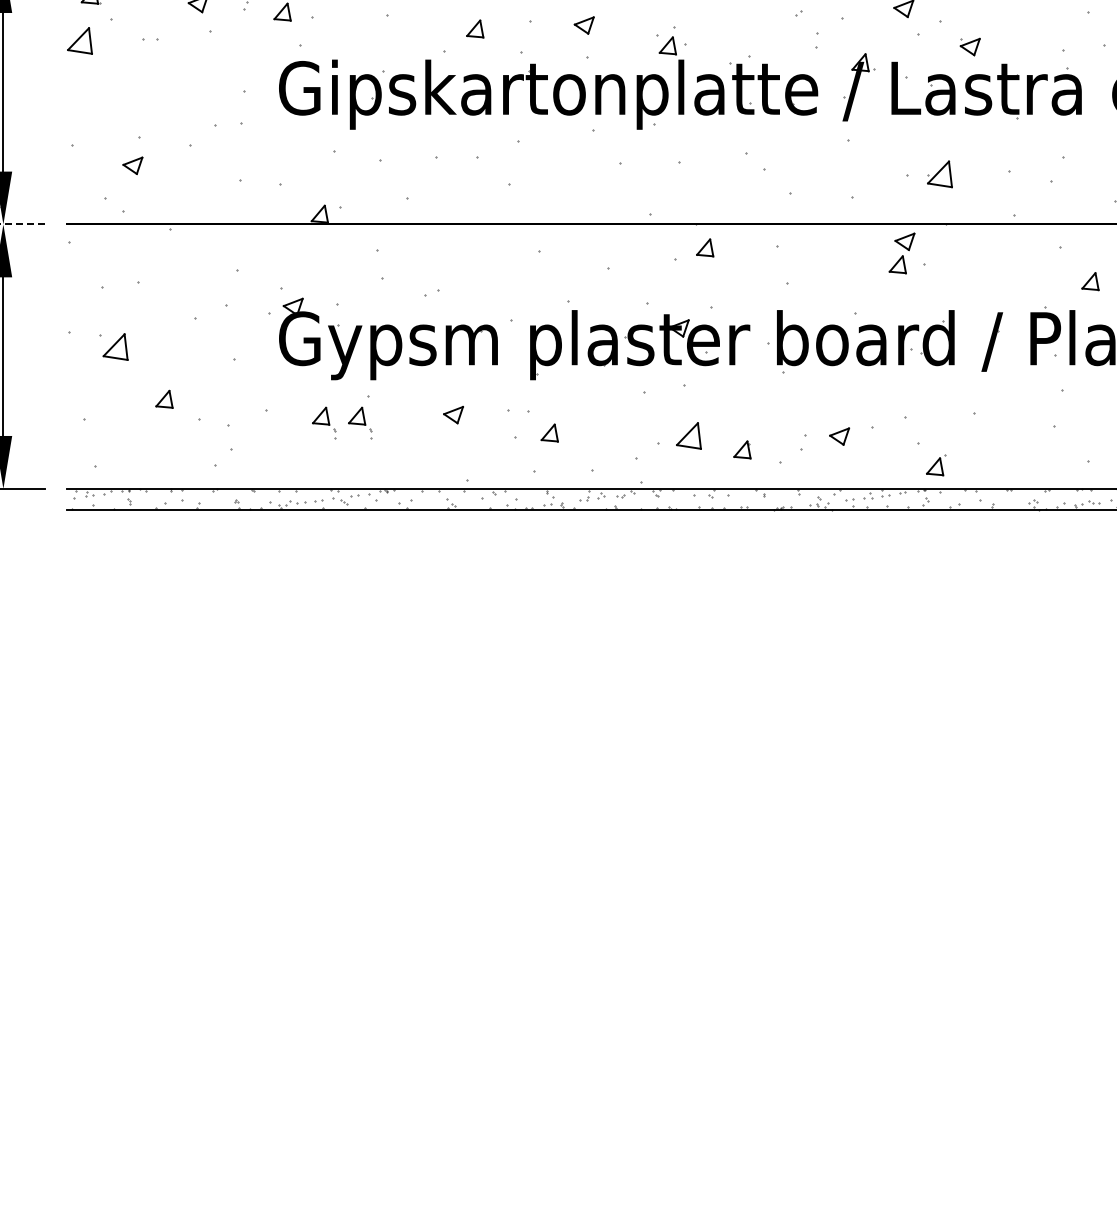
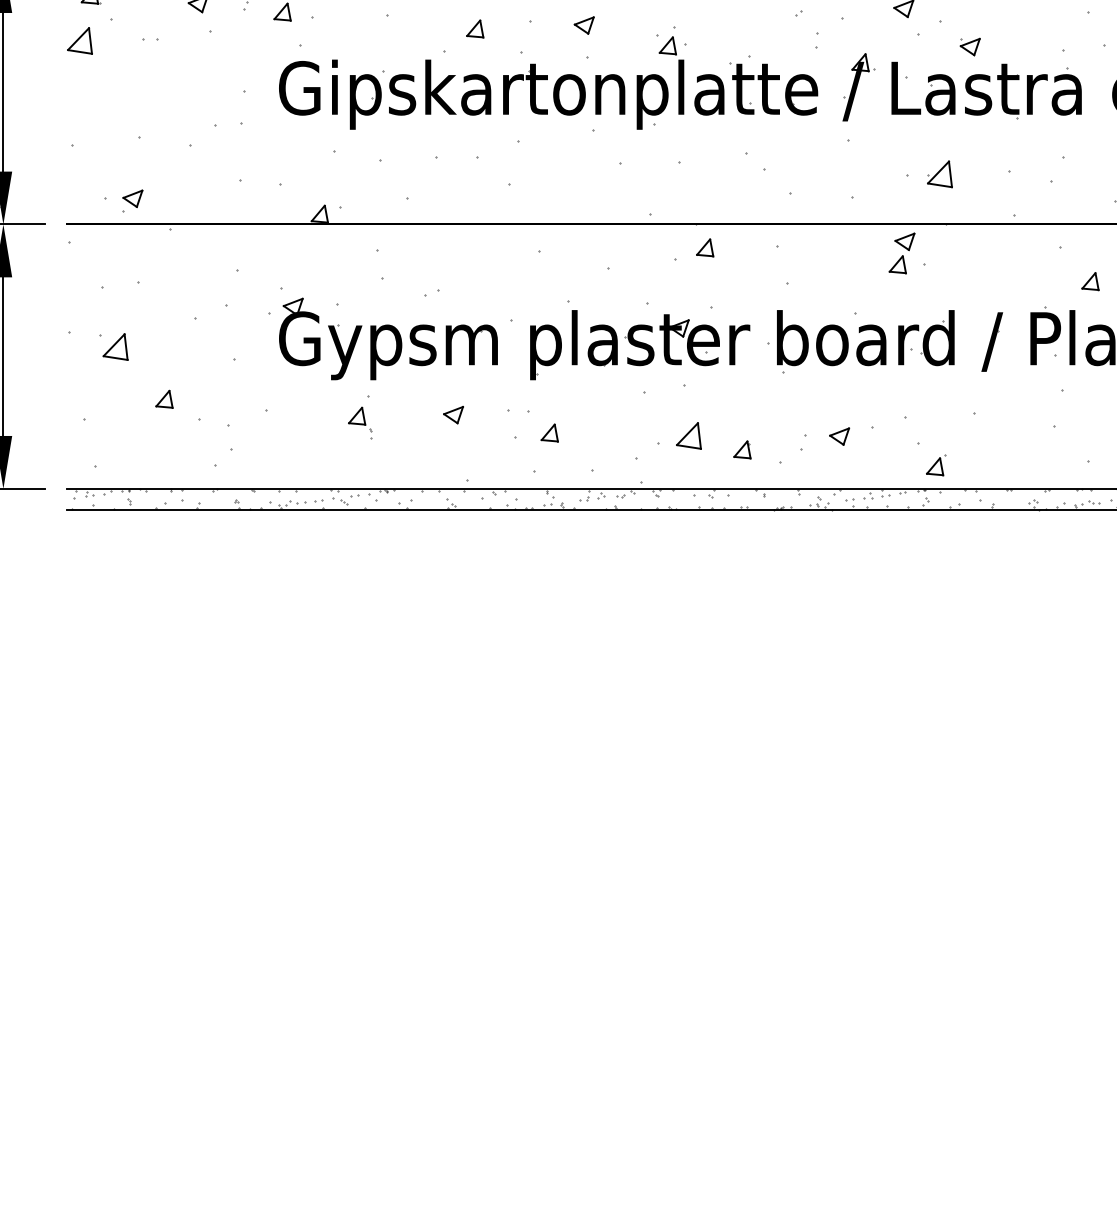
part at (132, 165) position: (132, 165) -> (132, 198)
line at (22, 224): dashed -> solid
part at (324, 422): present -> none
